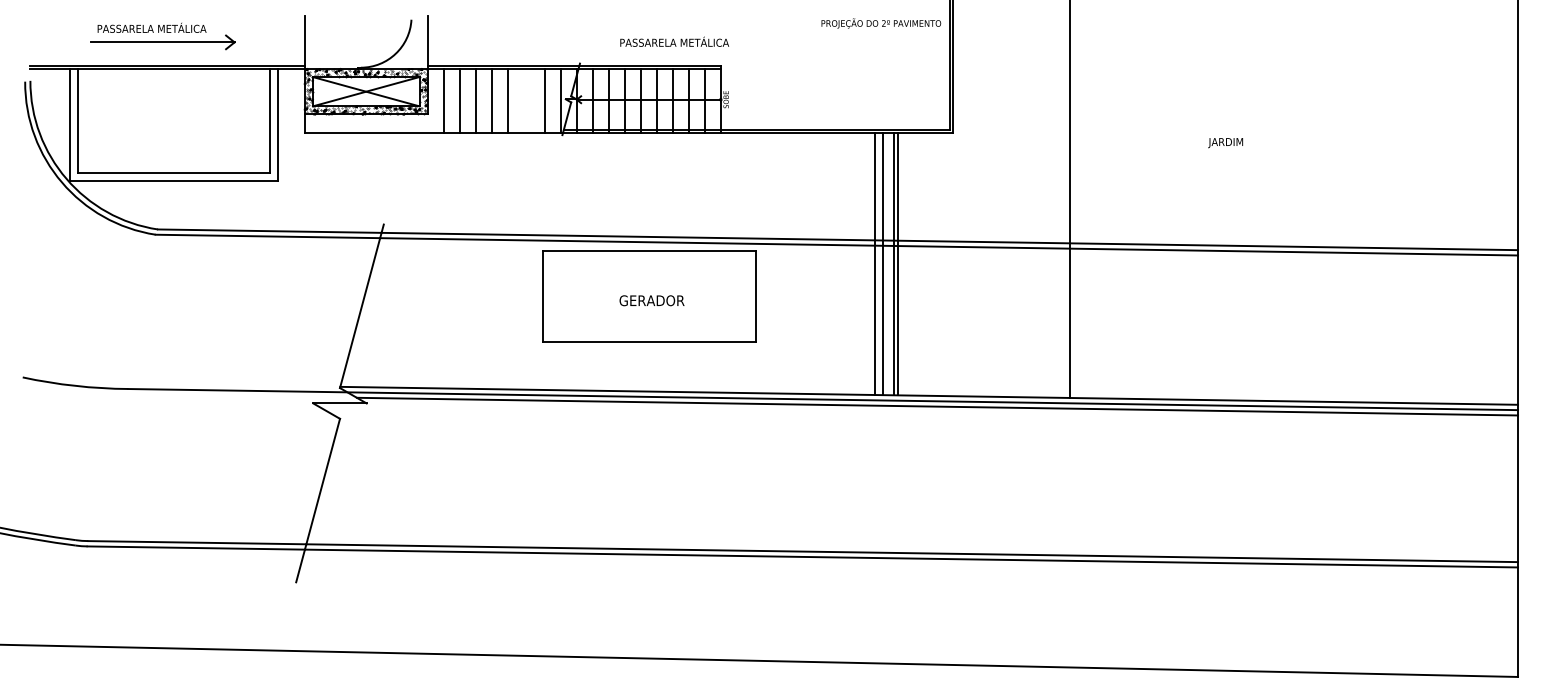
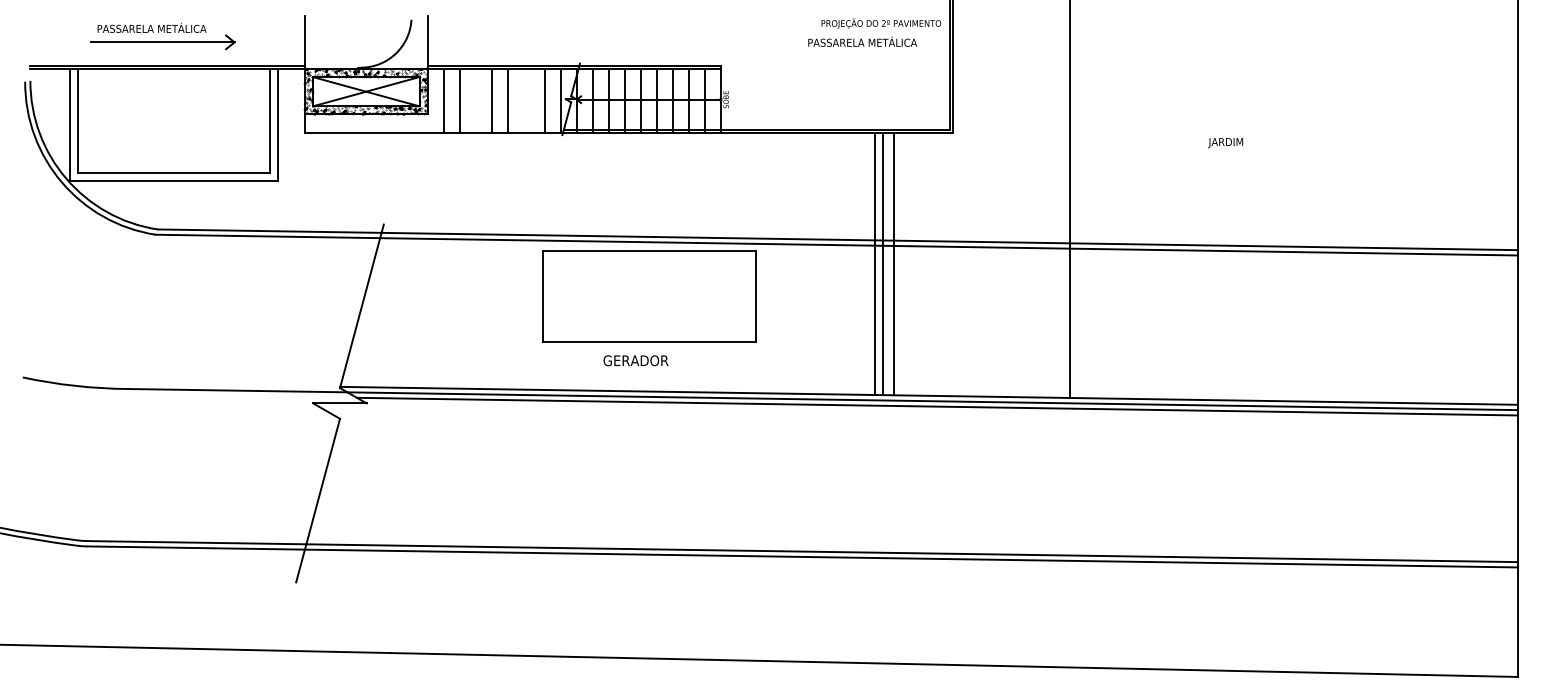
text at (674, 41) position: (674, 41) -> (862, 41)
line at (475, 101): present -> none
line at (897, 264): present -> none
text at (651, 300) position: (651, 300) -> (635, 360)
